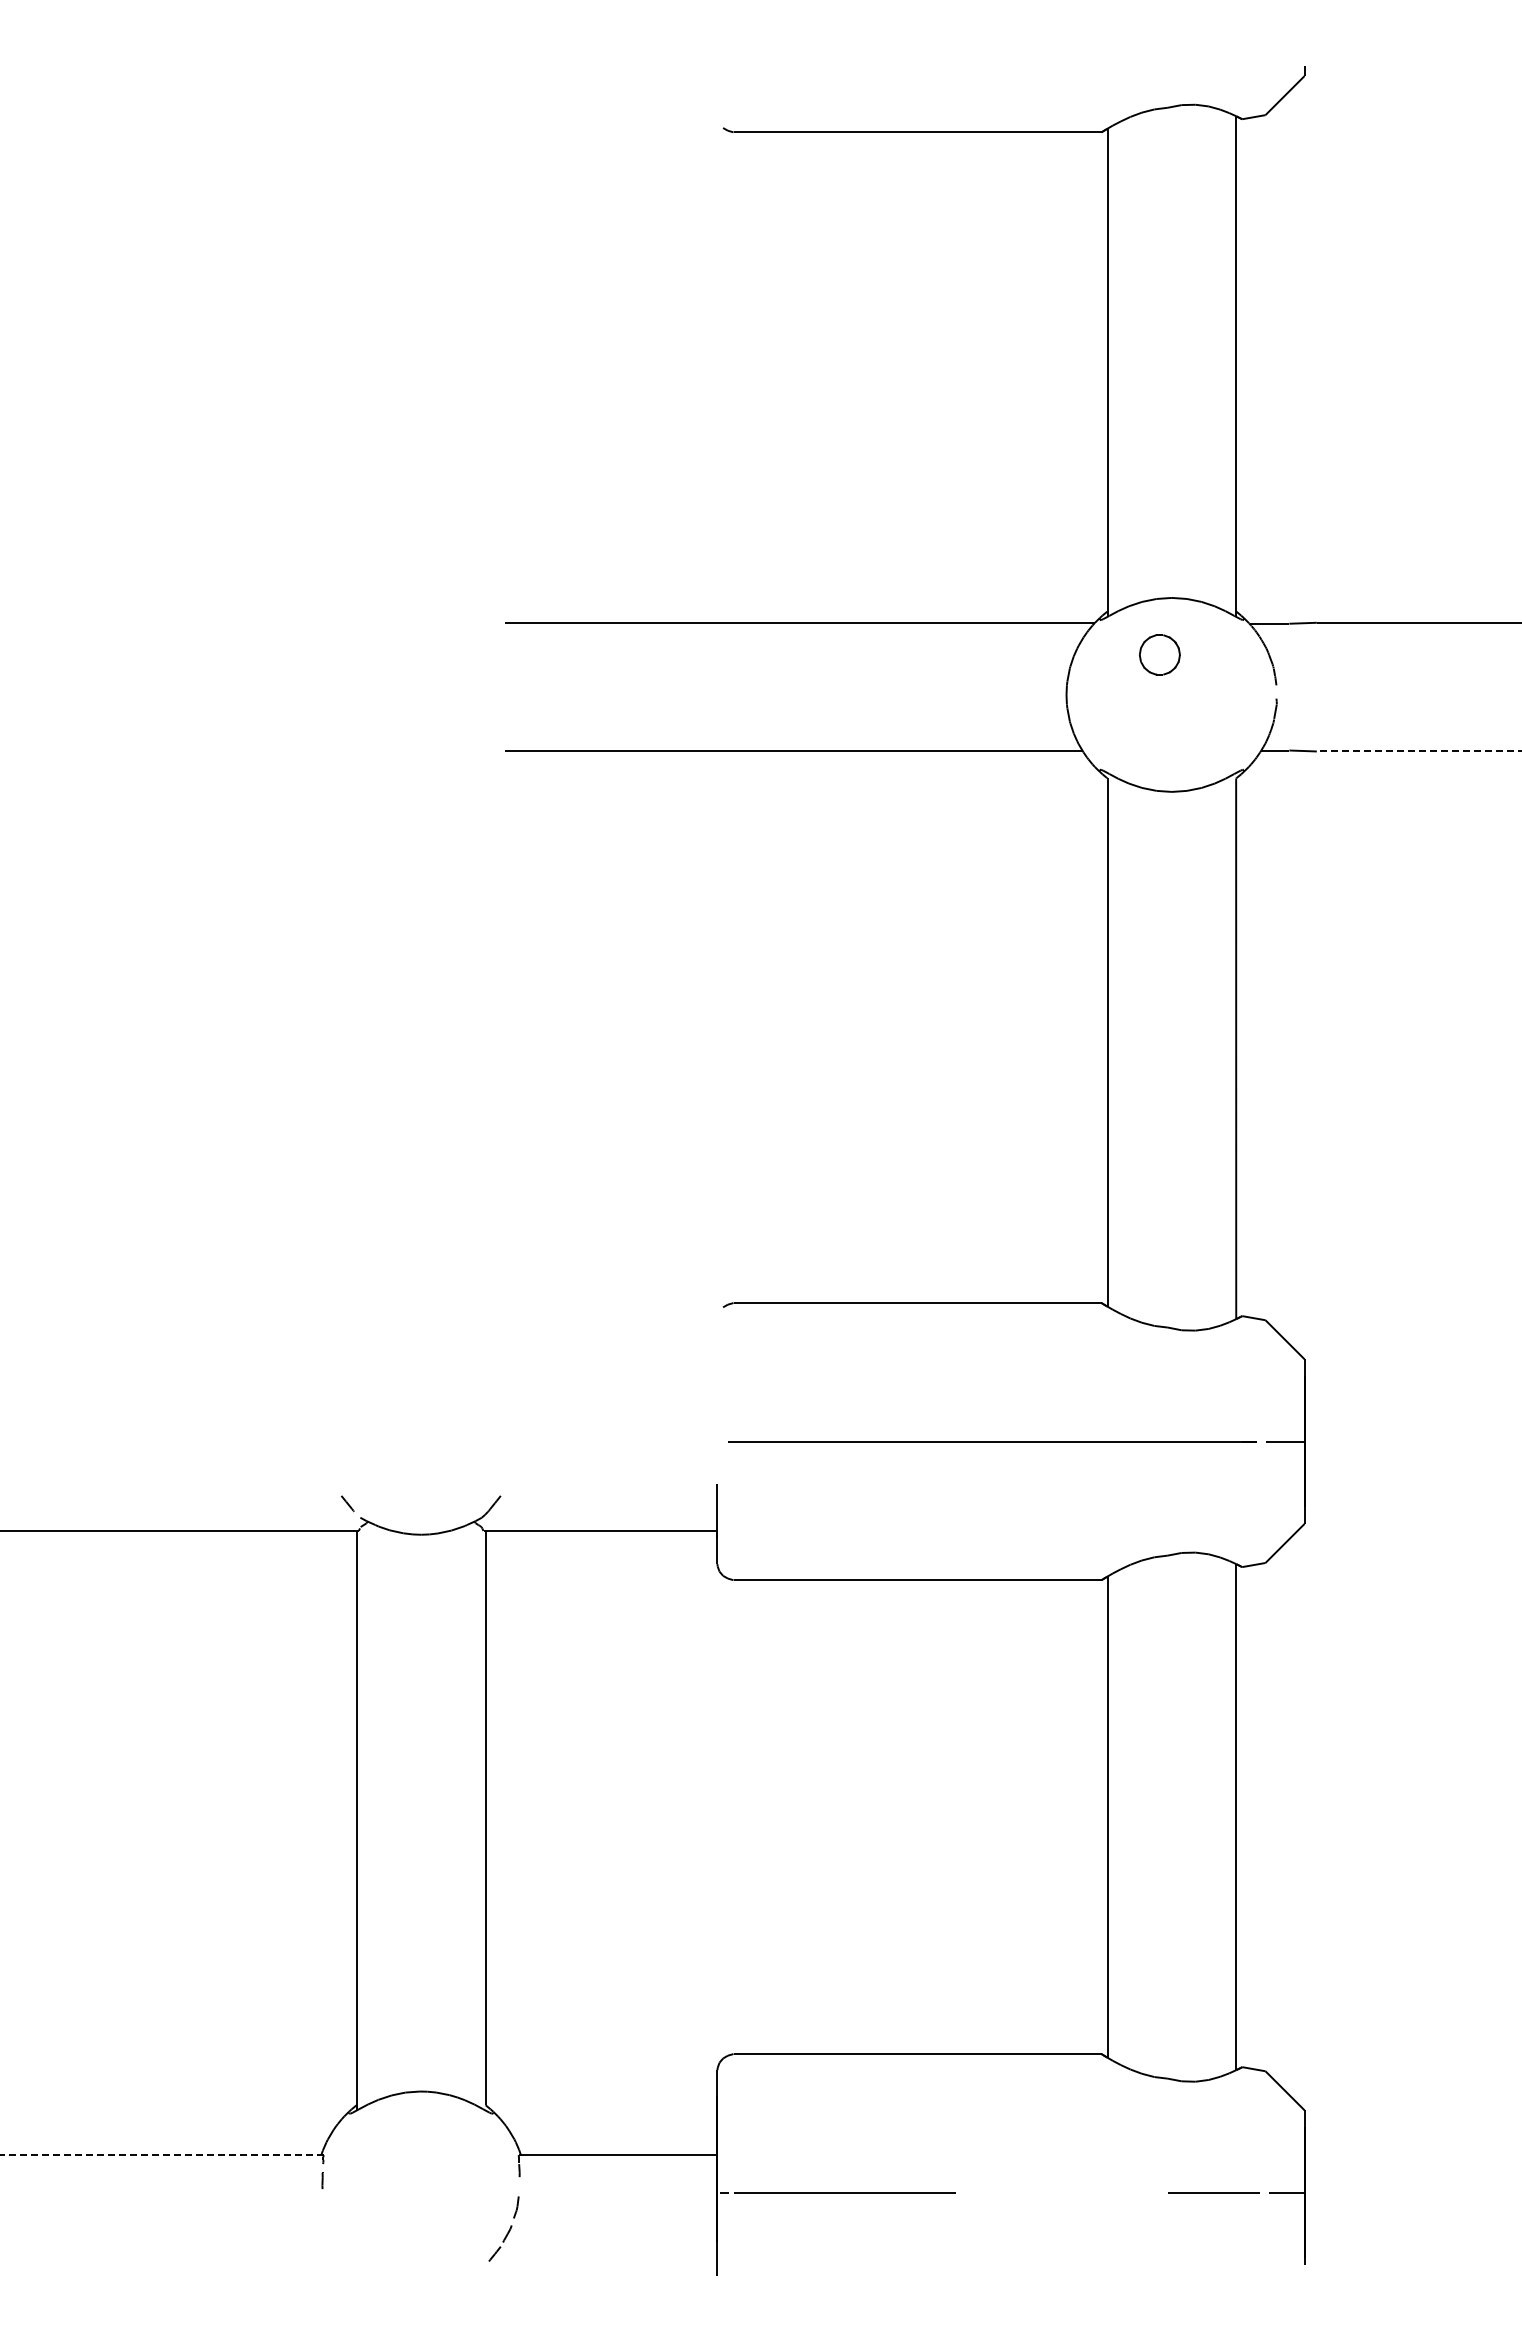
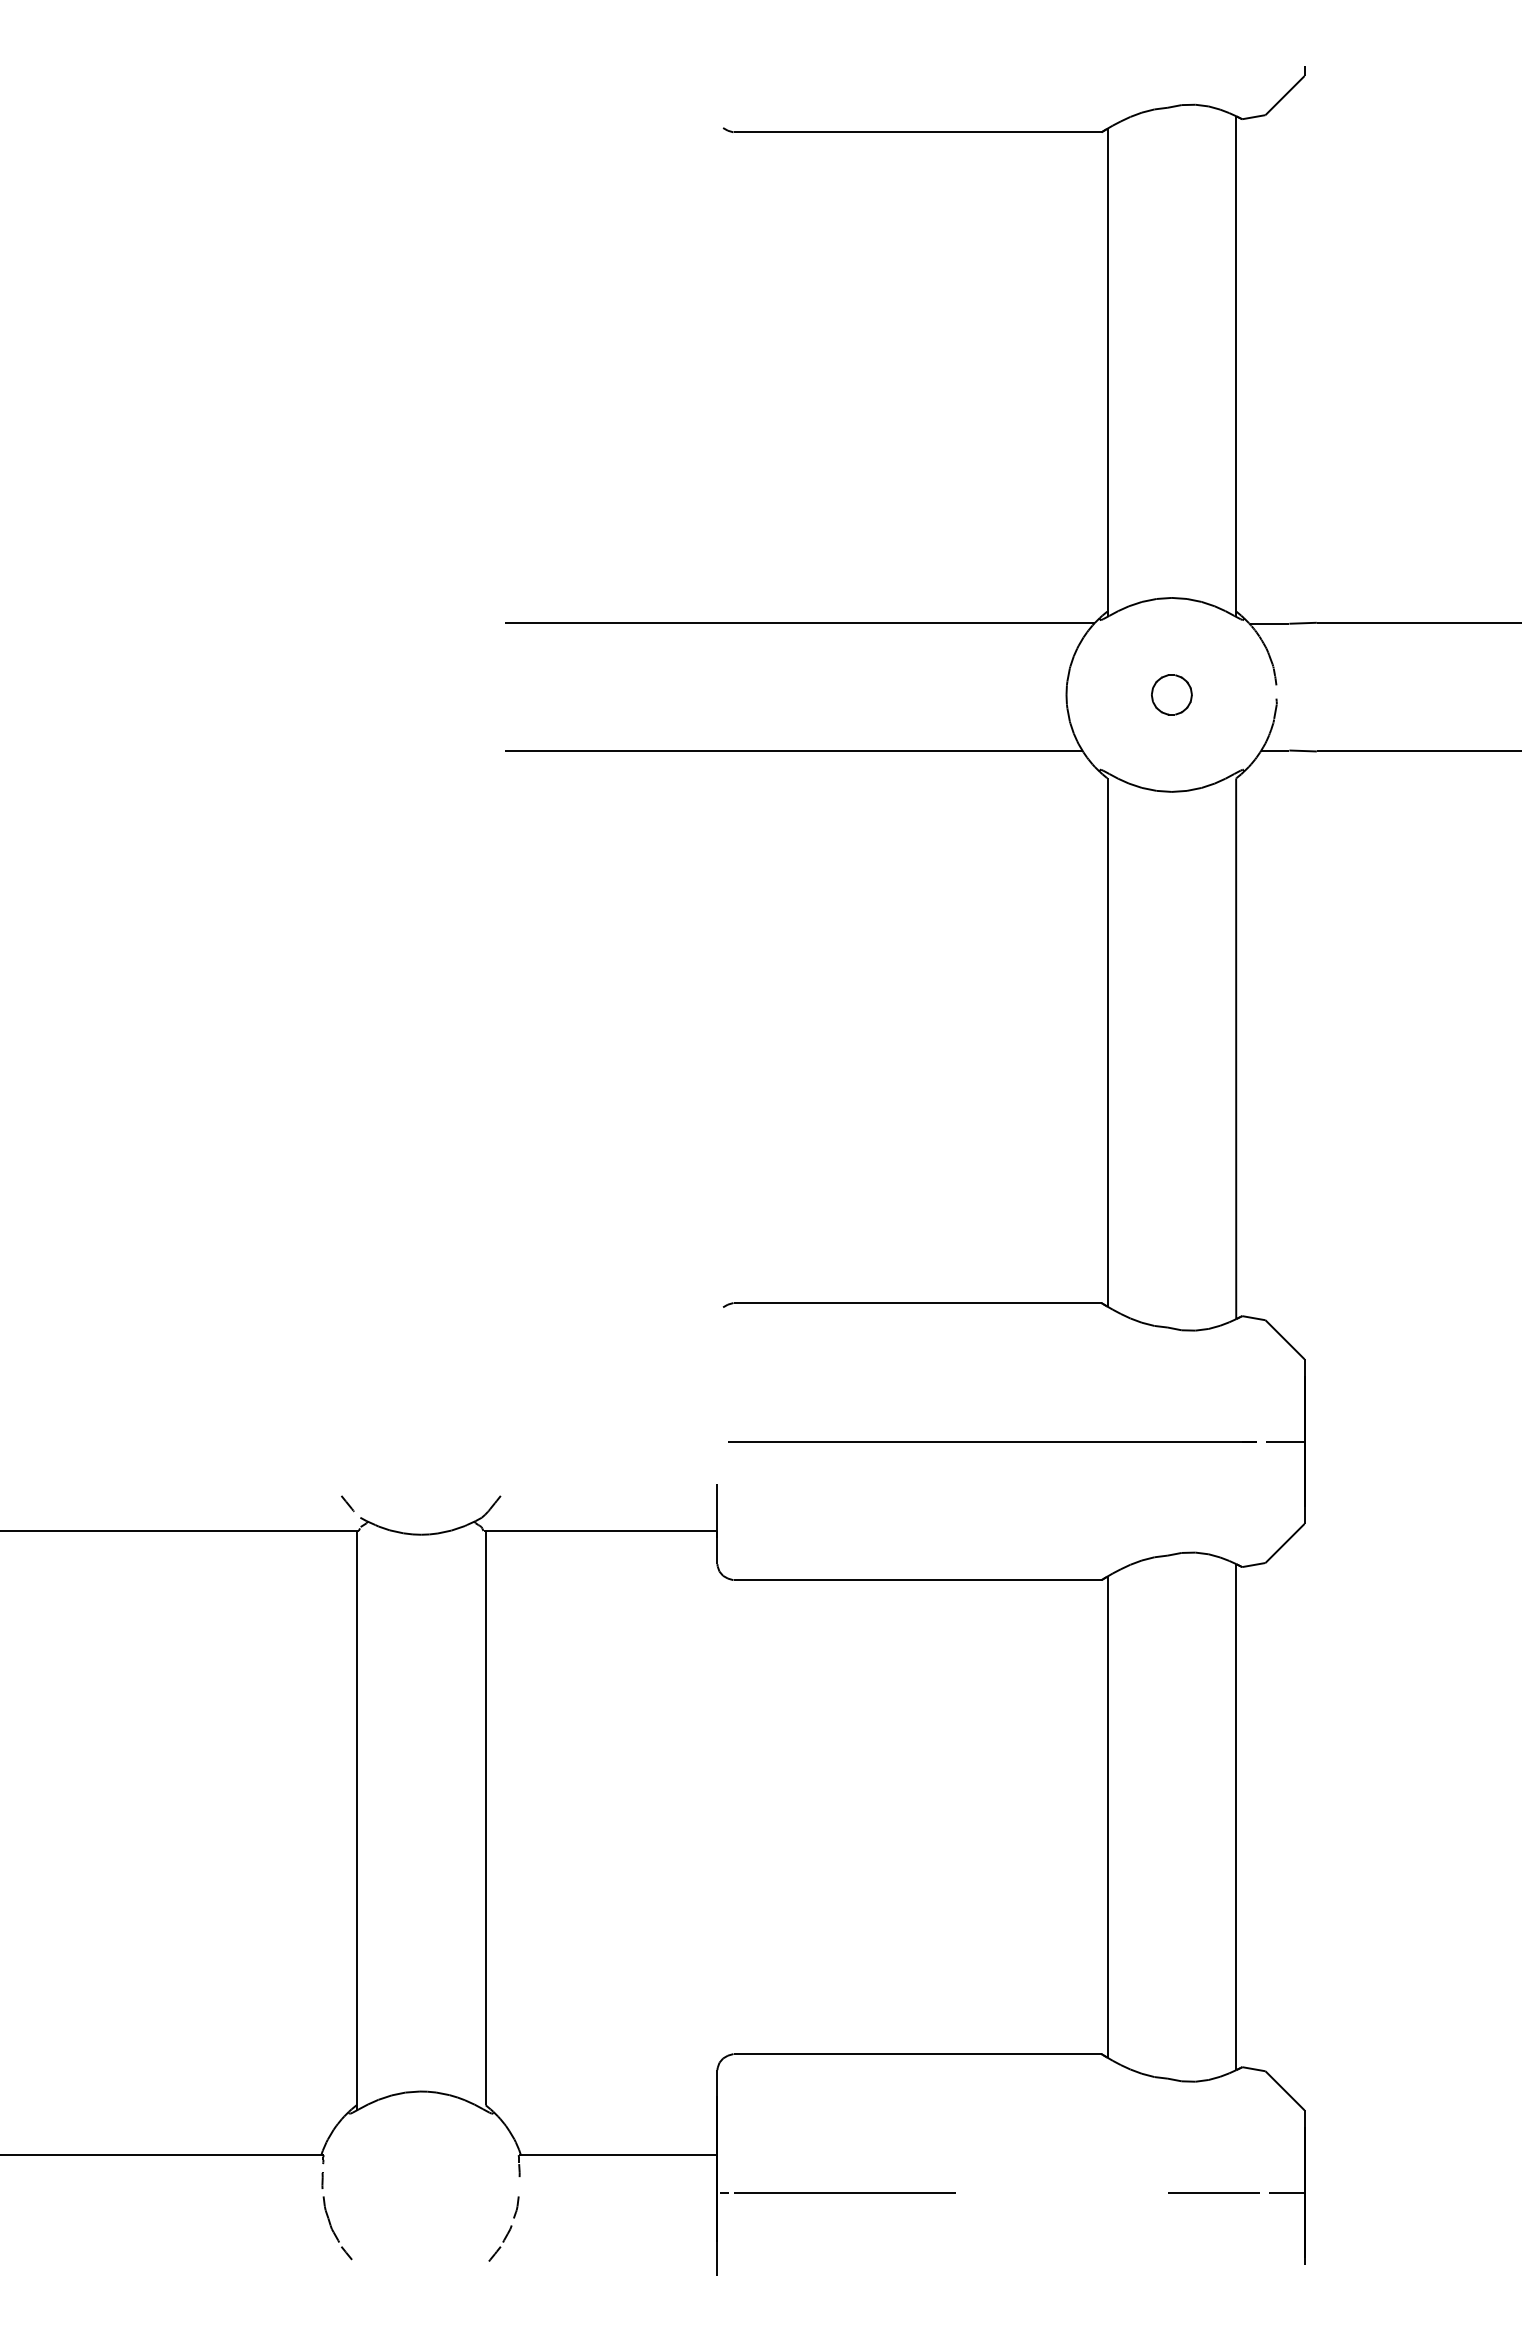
part at (1159, 654) position: (1159, 654) -> (1171, 694)
line at (1418, 751): dashed -> solid
line at (161, 2155): dashed -> solid
part at (337, 2228): none -> present
